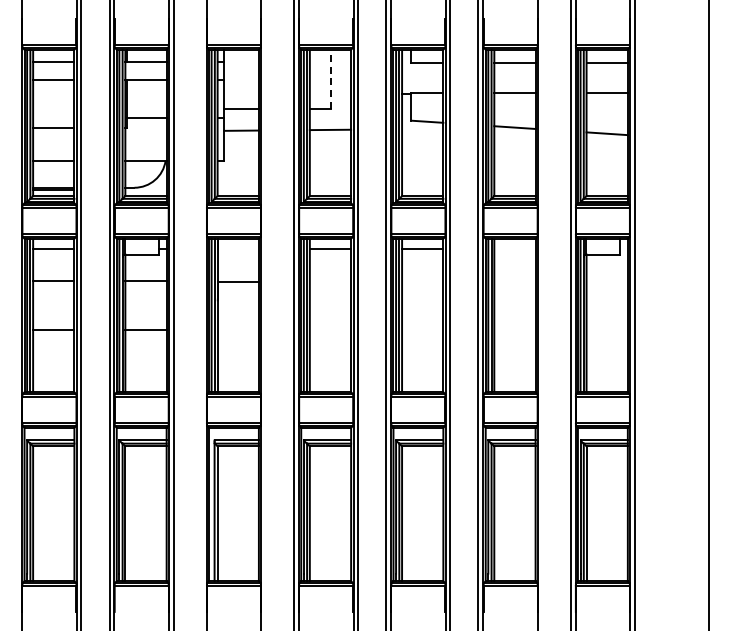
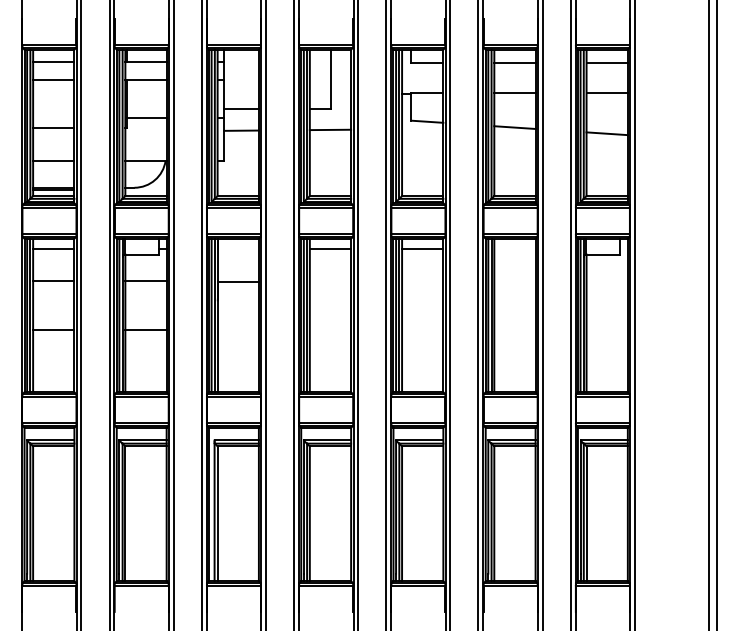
line at (331, 79): dashed -> solid
line at (201, 314): none -> present
line at (265, 314): none -> present
line at (542, 314): none -> present
line at (716, 314): none -> present
